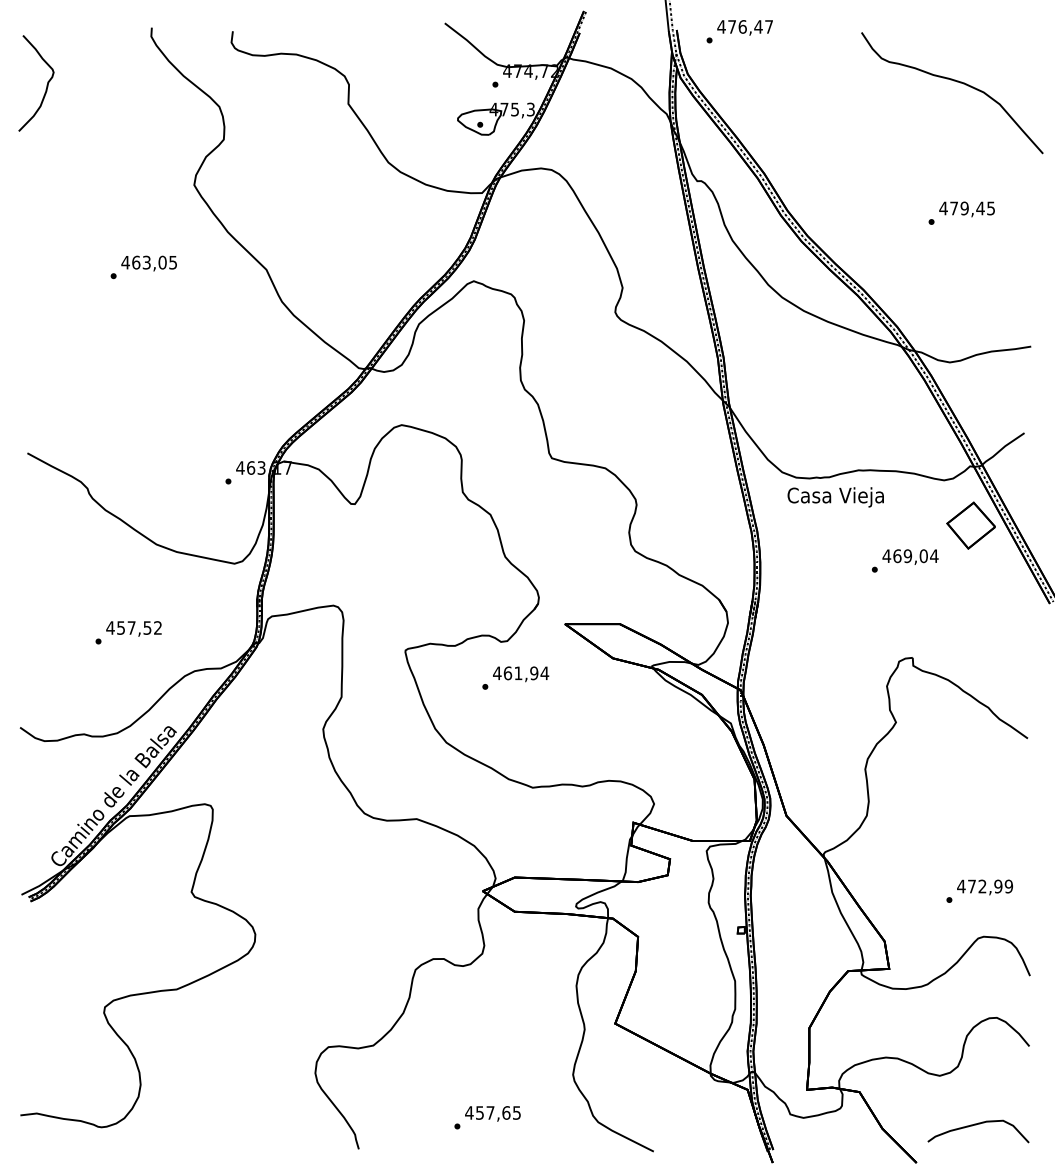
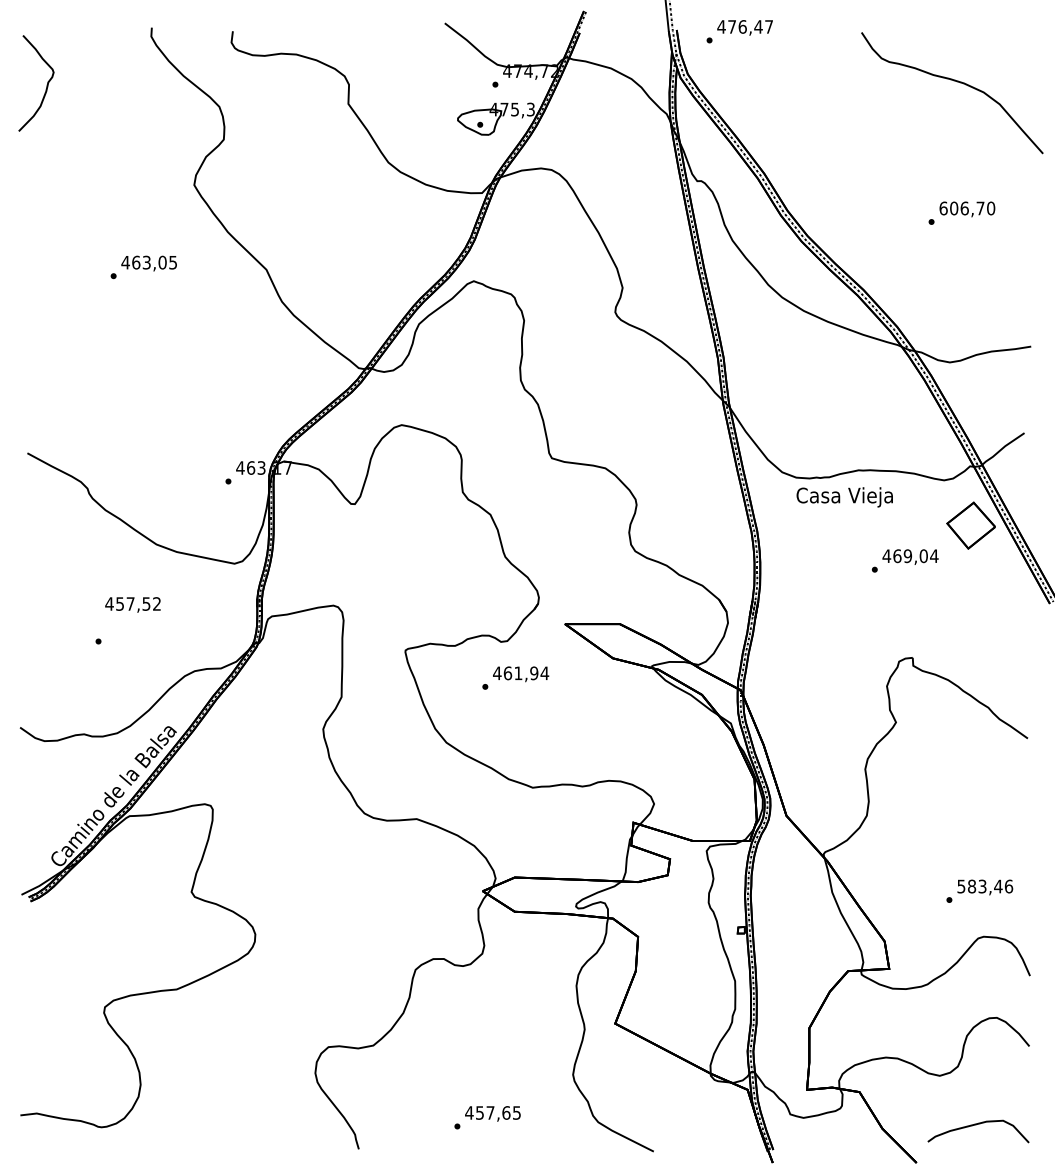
text at (967, 208): 479,45 -> 606,70
text at (835, 497) position: (835, 497) -> (844, 497)
text at (133, 628) position: (133, 628) -> (132, 604)
text at (985, 886): 472,99 -> 583,46
